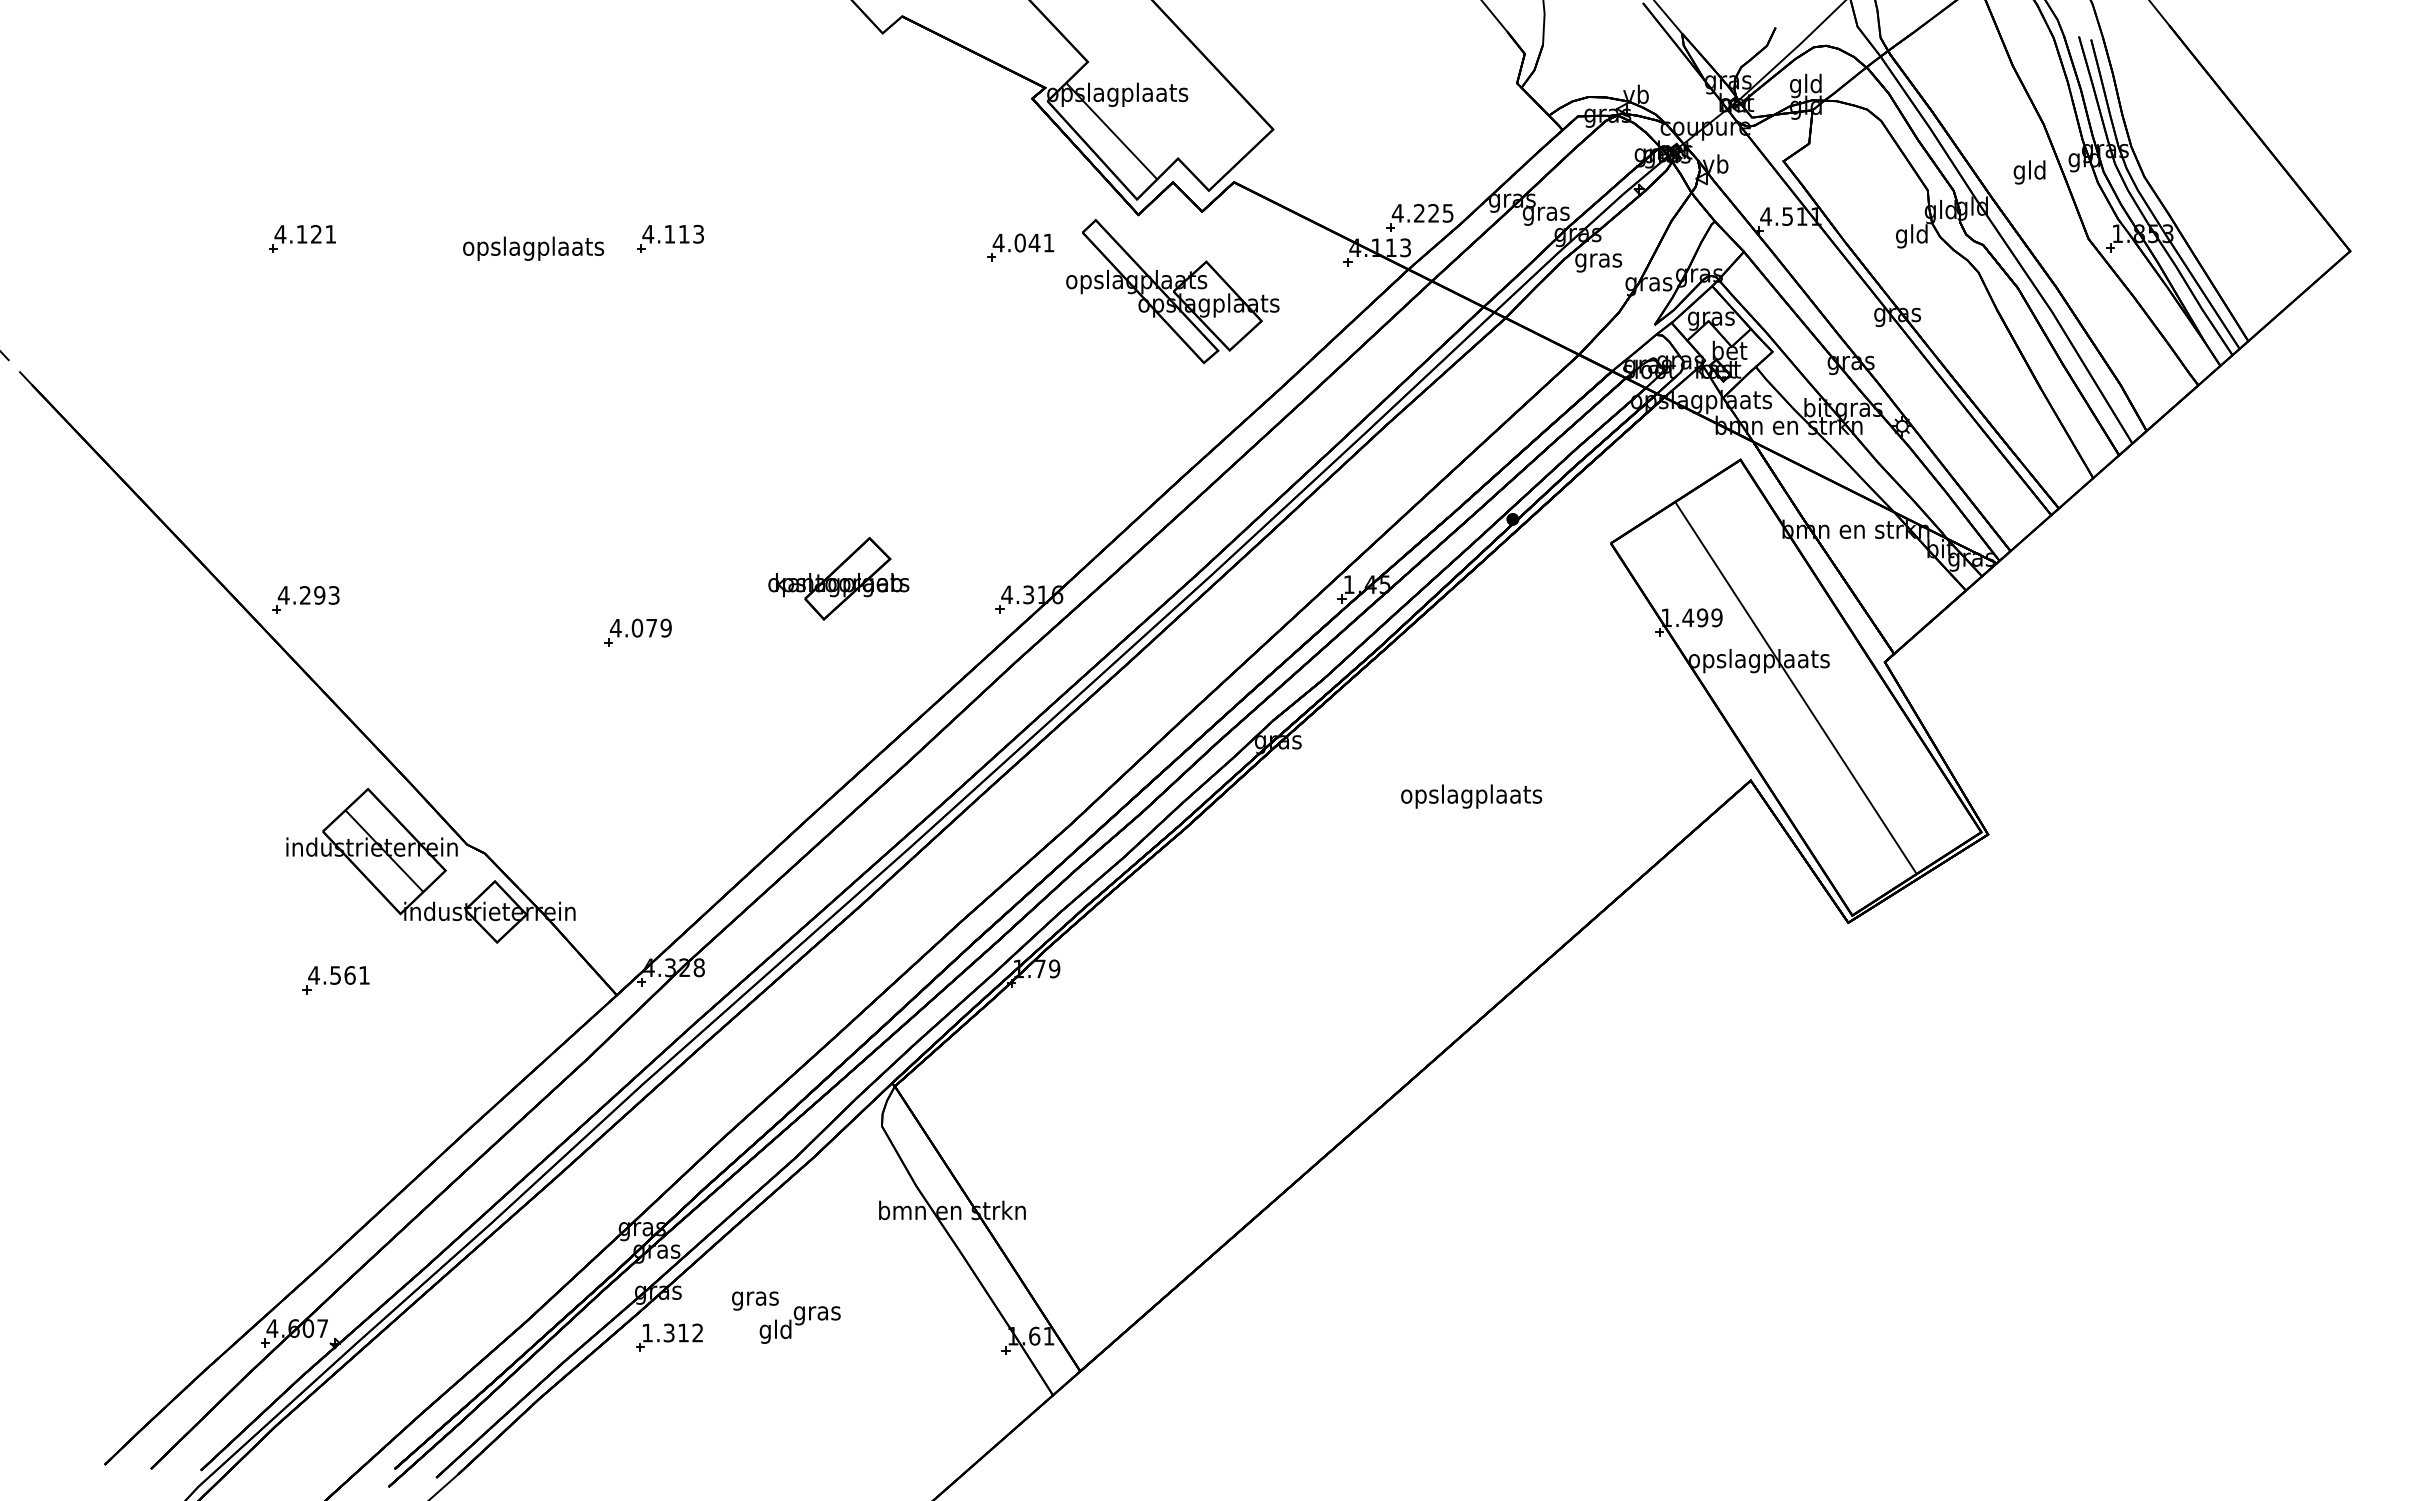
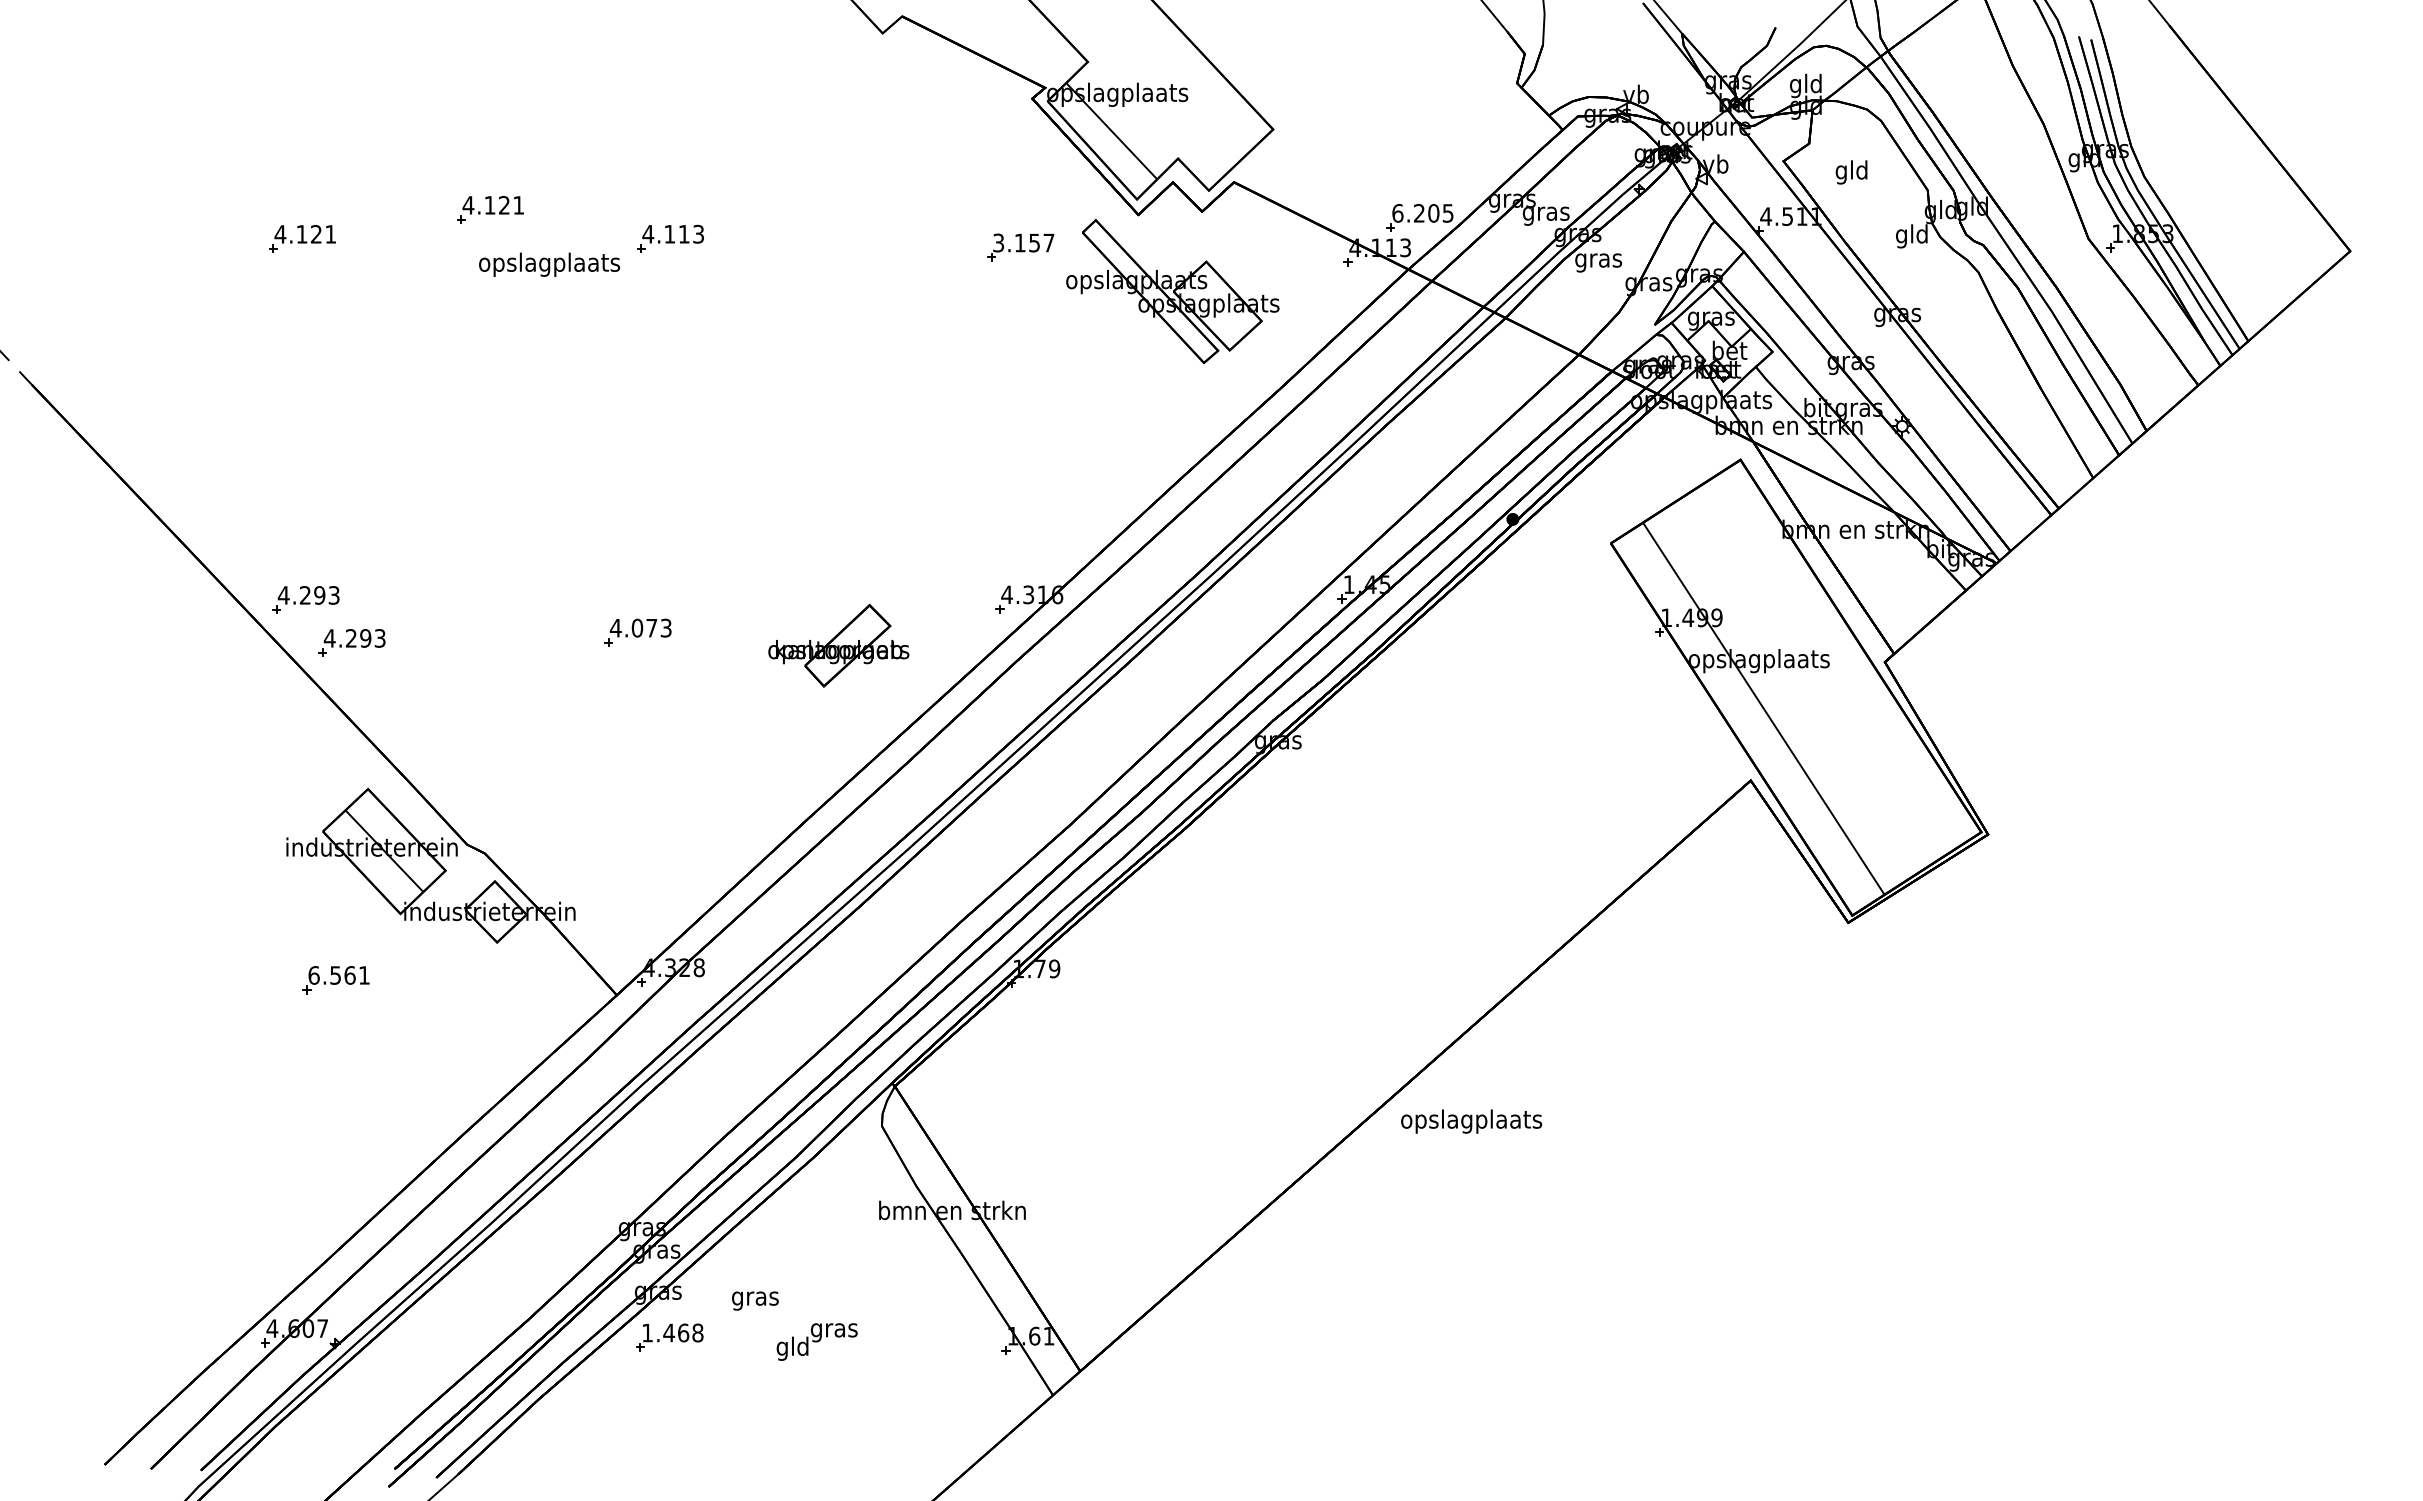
text at (2029, 172) position: (2029, 172) -> (1851, 172)
part at (490, 209): none -> present
text at (1415, 213): 4.225 -> 6.205
text at (1023, 242): 4.041 -> 3.157
text at (533, 248) position: (533, 248) -> (549, 264)
part at (838, 578) position: (838, 578) -> (838, 645)
text at (665, 627): 4.079 -> 4.073
part at (351, 642): none -> present
line at (1795, 687) position: (1795, 687) -> (1763, 708)
text at (1471, 796) position: (1471, 796) -> (1471, 1121)
text at (313, 975): 4.561 -> 6.561
text at (799, 1324) position: (799, 1324) -> (816, 1341)
text at (683, 1332): 1.312 -> 1.468
